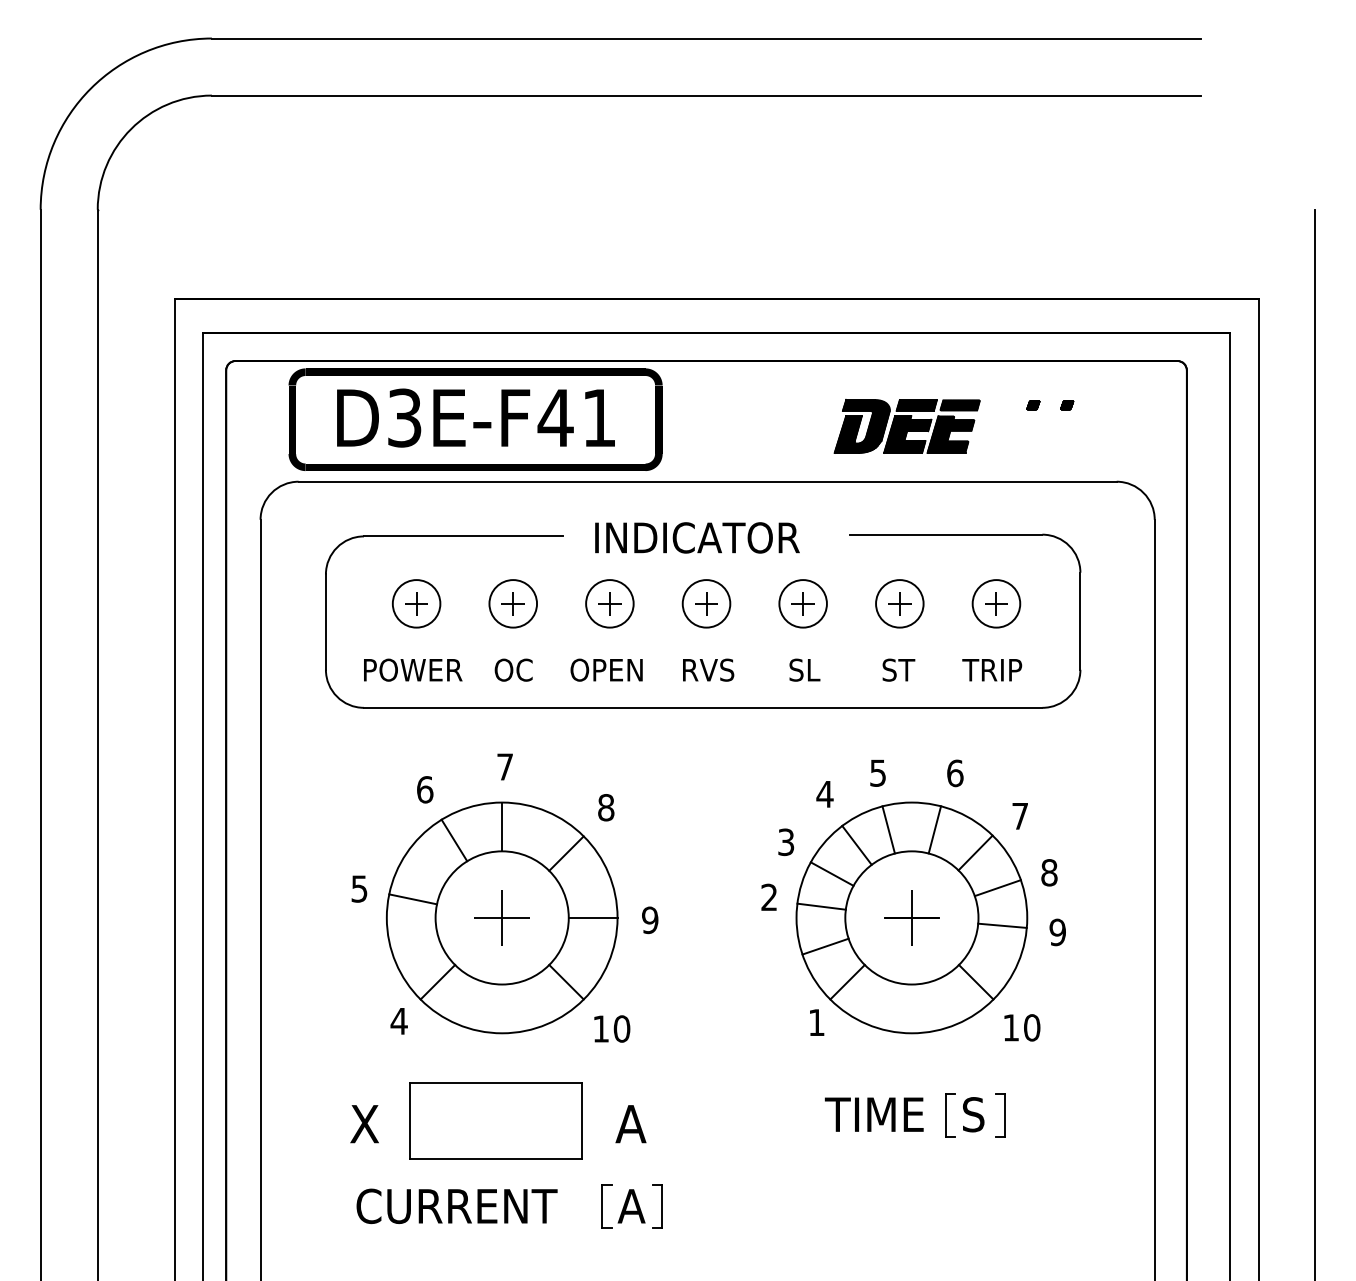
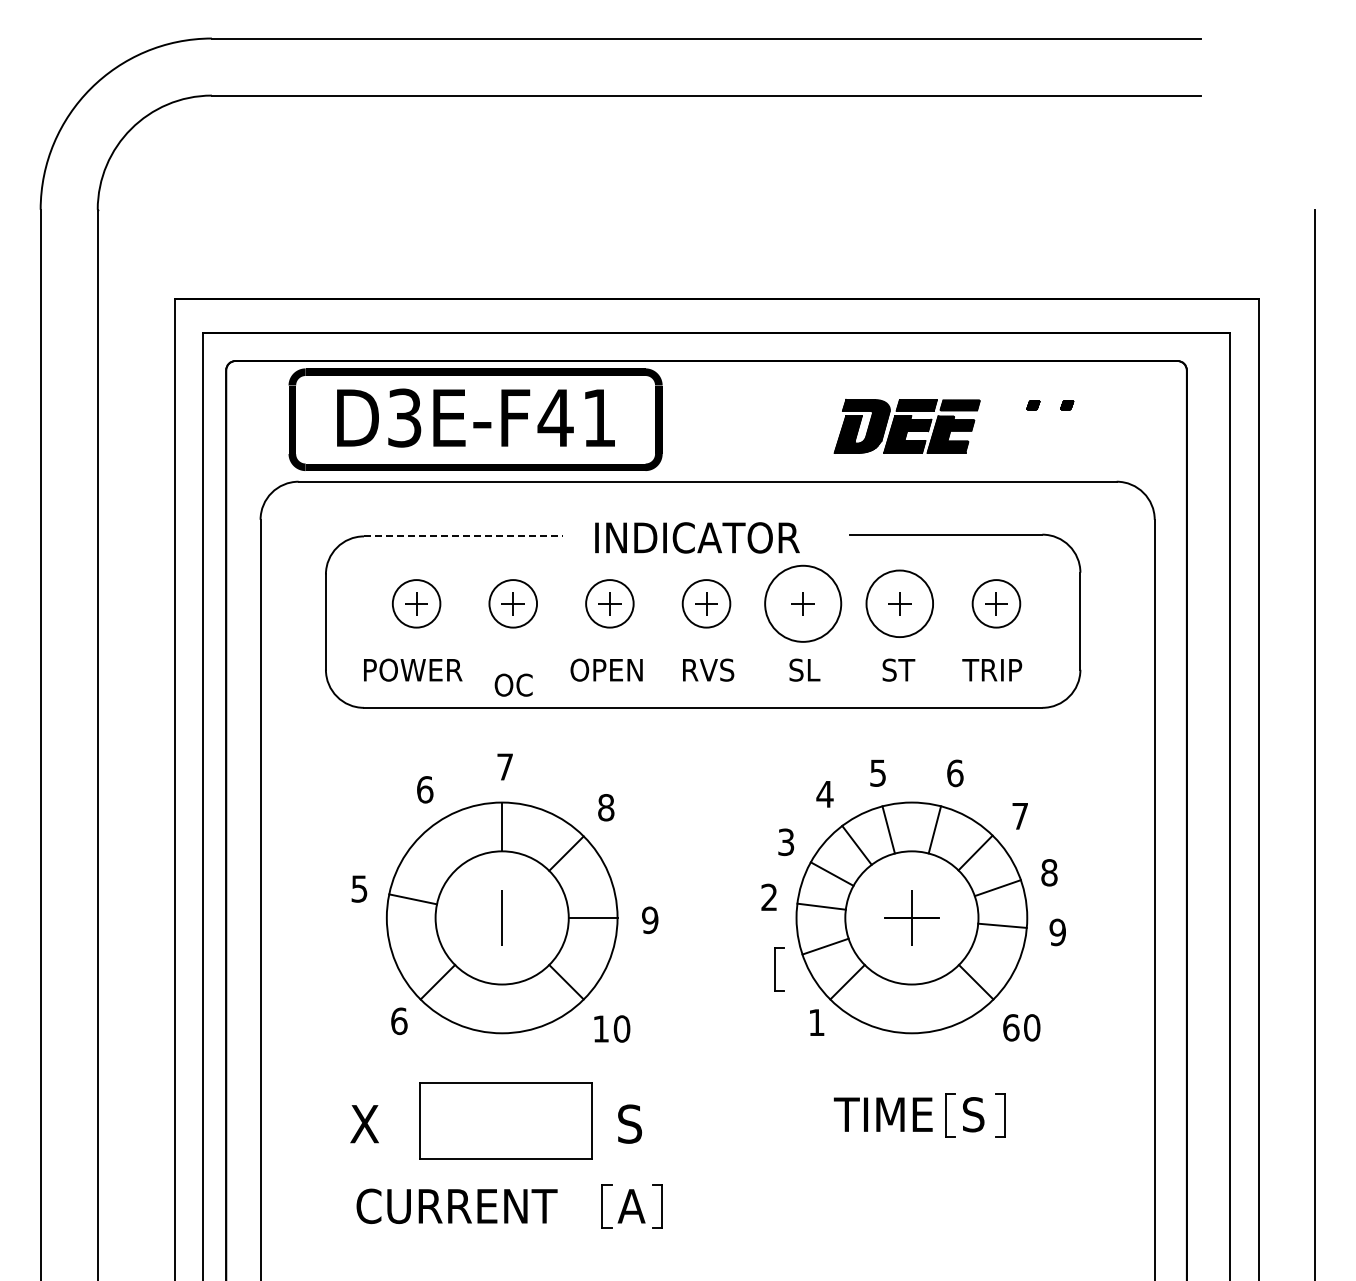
line at (463, 536): solid -> dashed
circle at (802, 603) diameter: 48 px -> 76 px
circle at (899, 603) diameter: 48 px -> 67 px
text at (513, 669) position: (513, 669) -> (513, 684)
line at (454, 840): present -> none
line at (502, 917): present -> none
part at (779, 969): none -> present
text at (398, 1021): 4 -> 6
text at (1011, 1027): 10 -> 60
text at (873, 1114) position: (873, 1114) -> (882, 1114)
part at (495, 1120) position: (495, 1120) -> (505, 1120)
text at (630, 1123): A -> S
